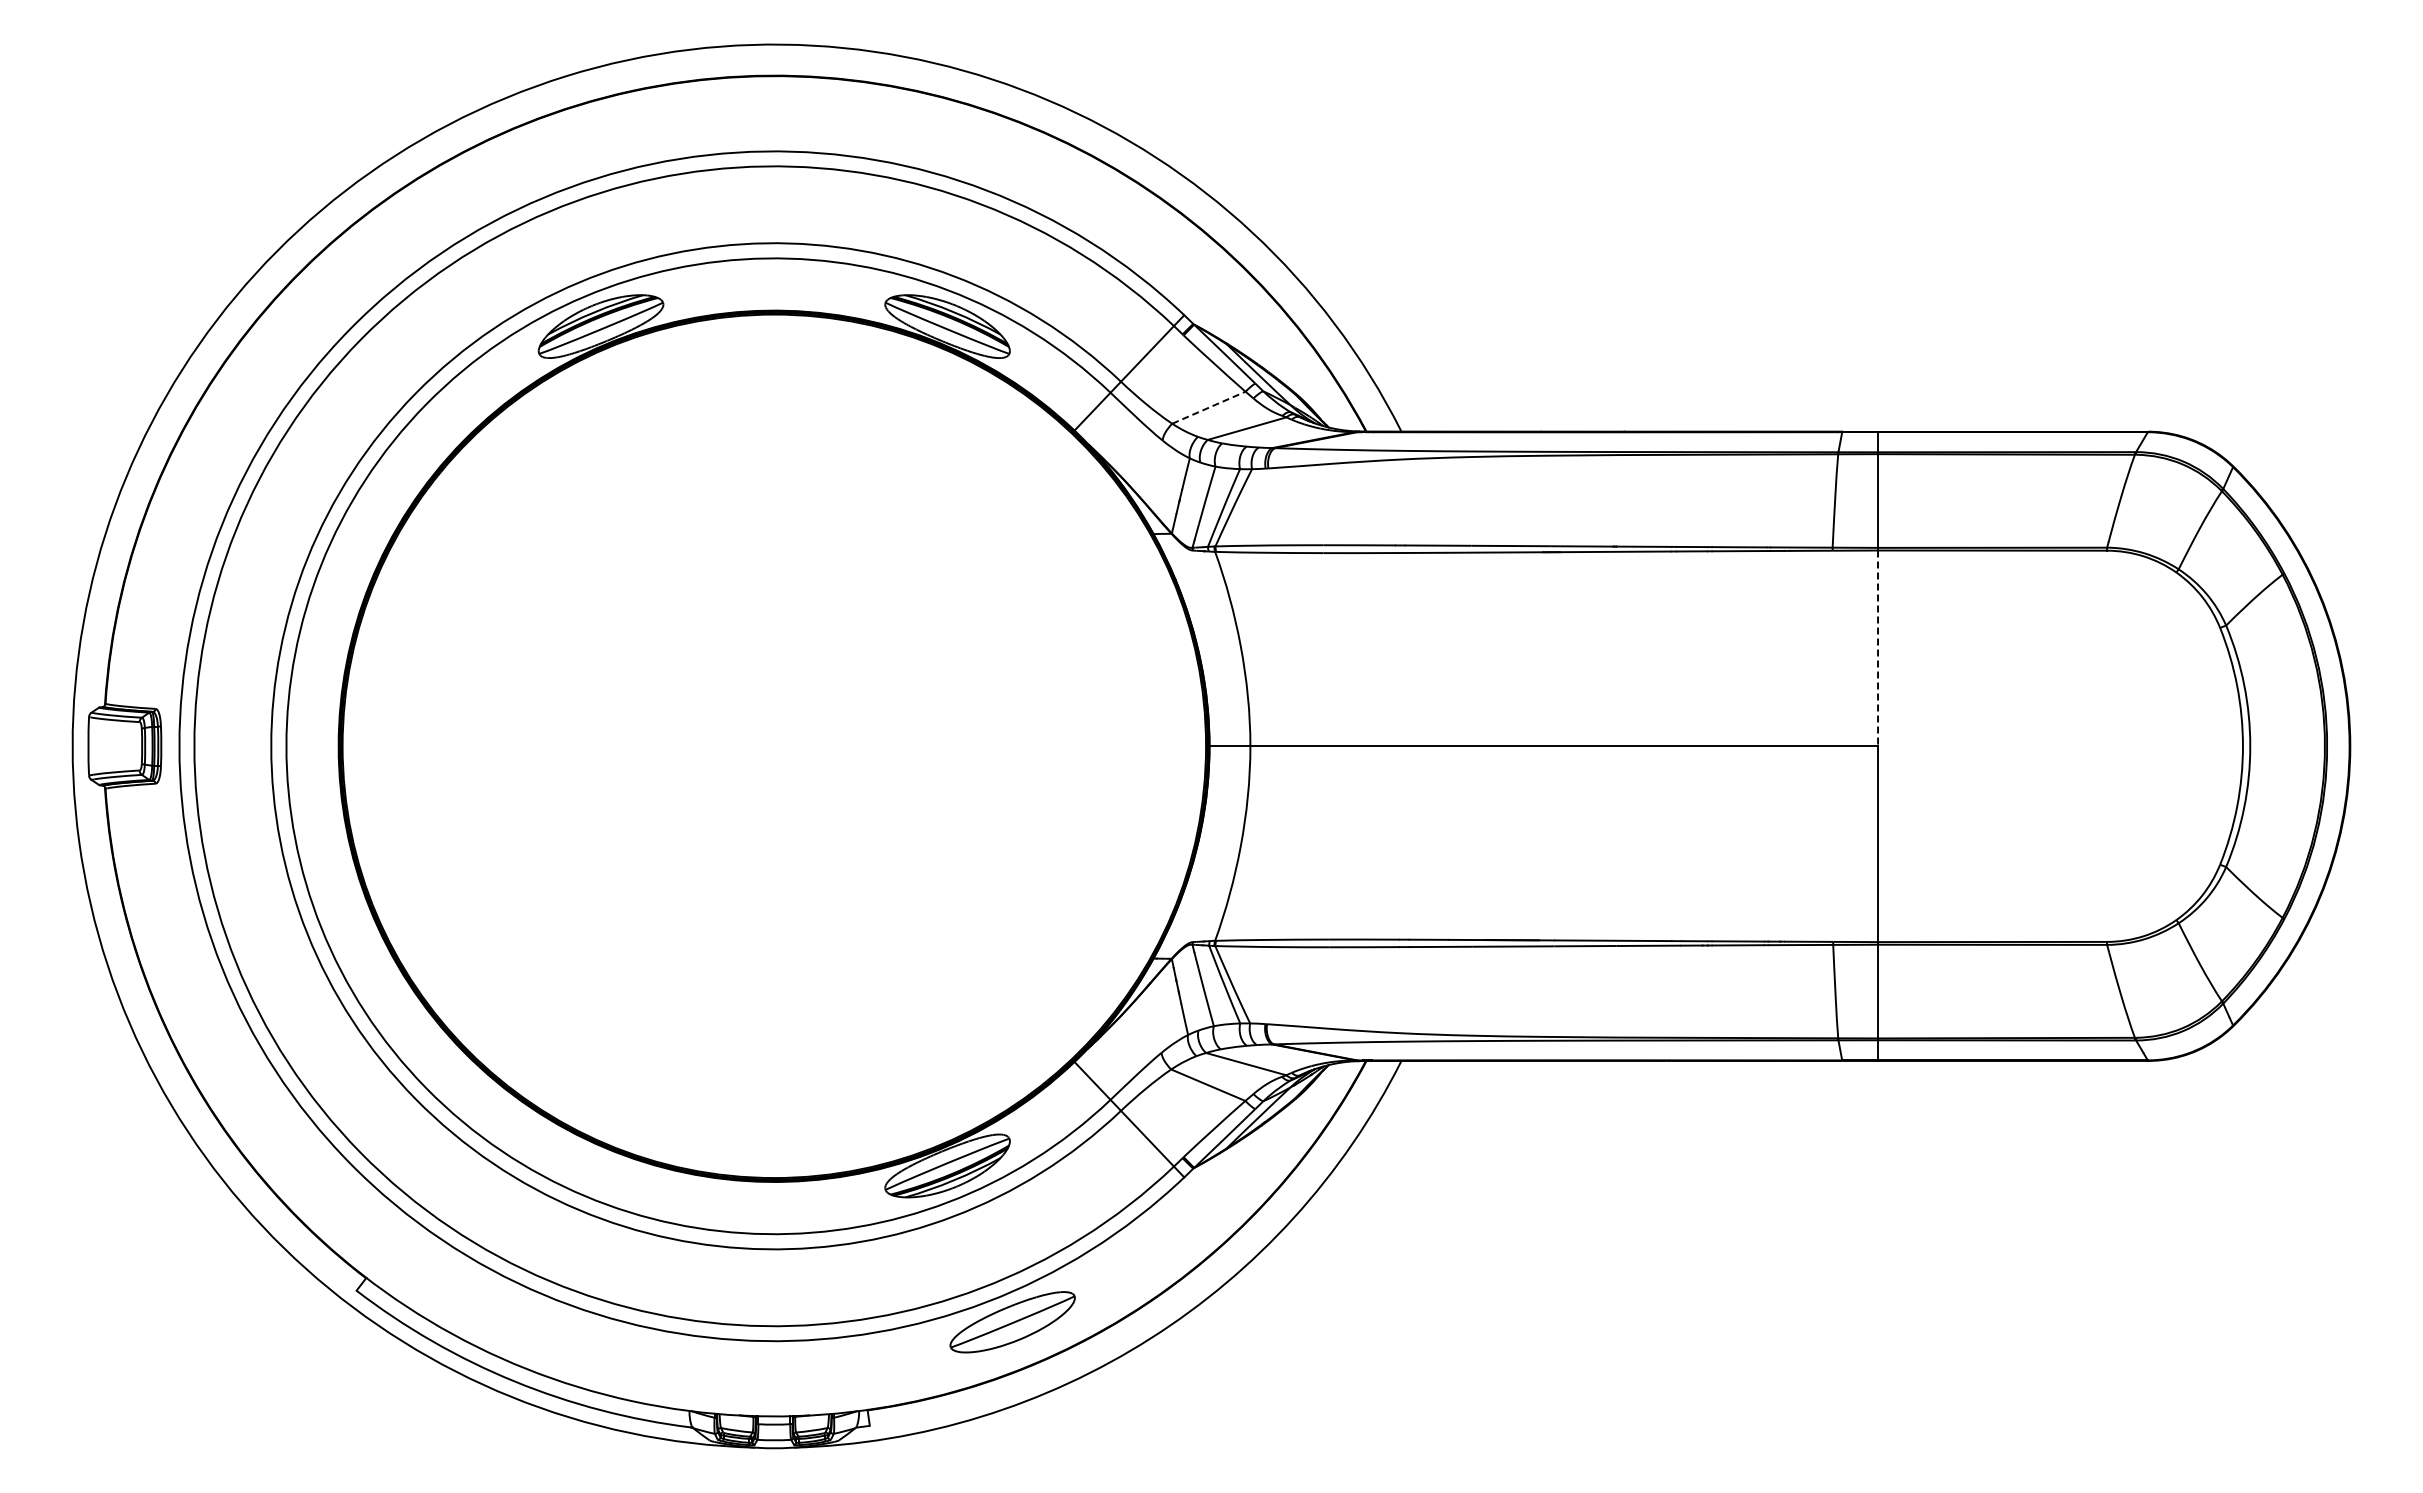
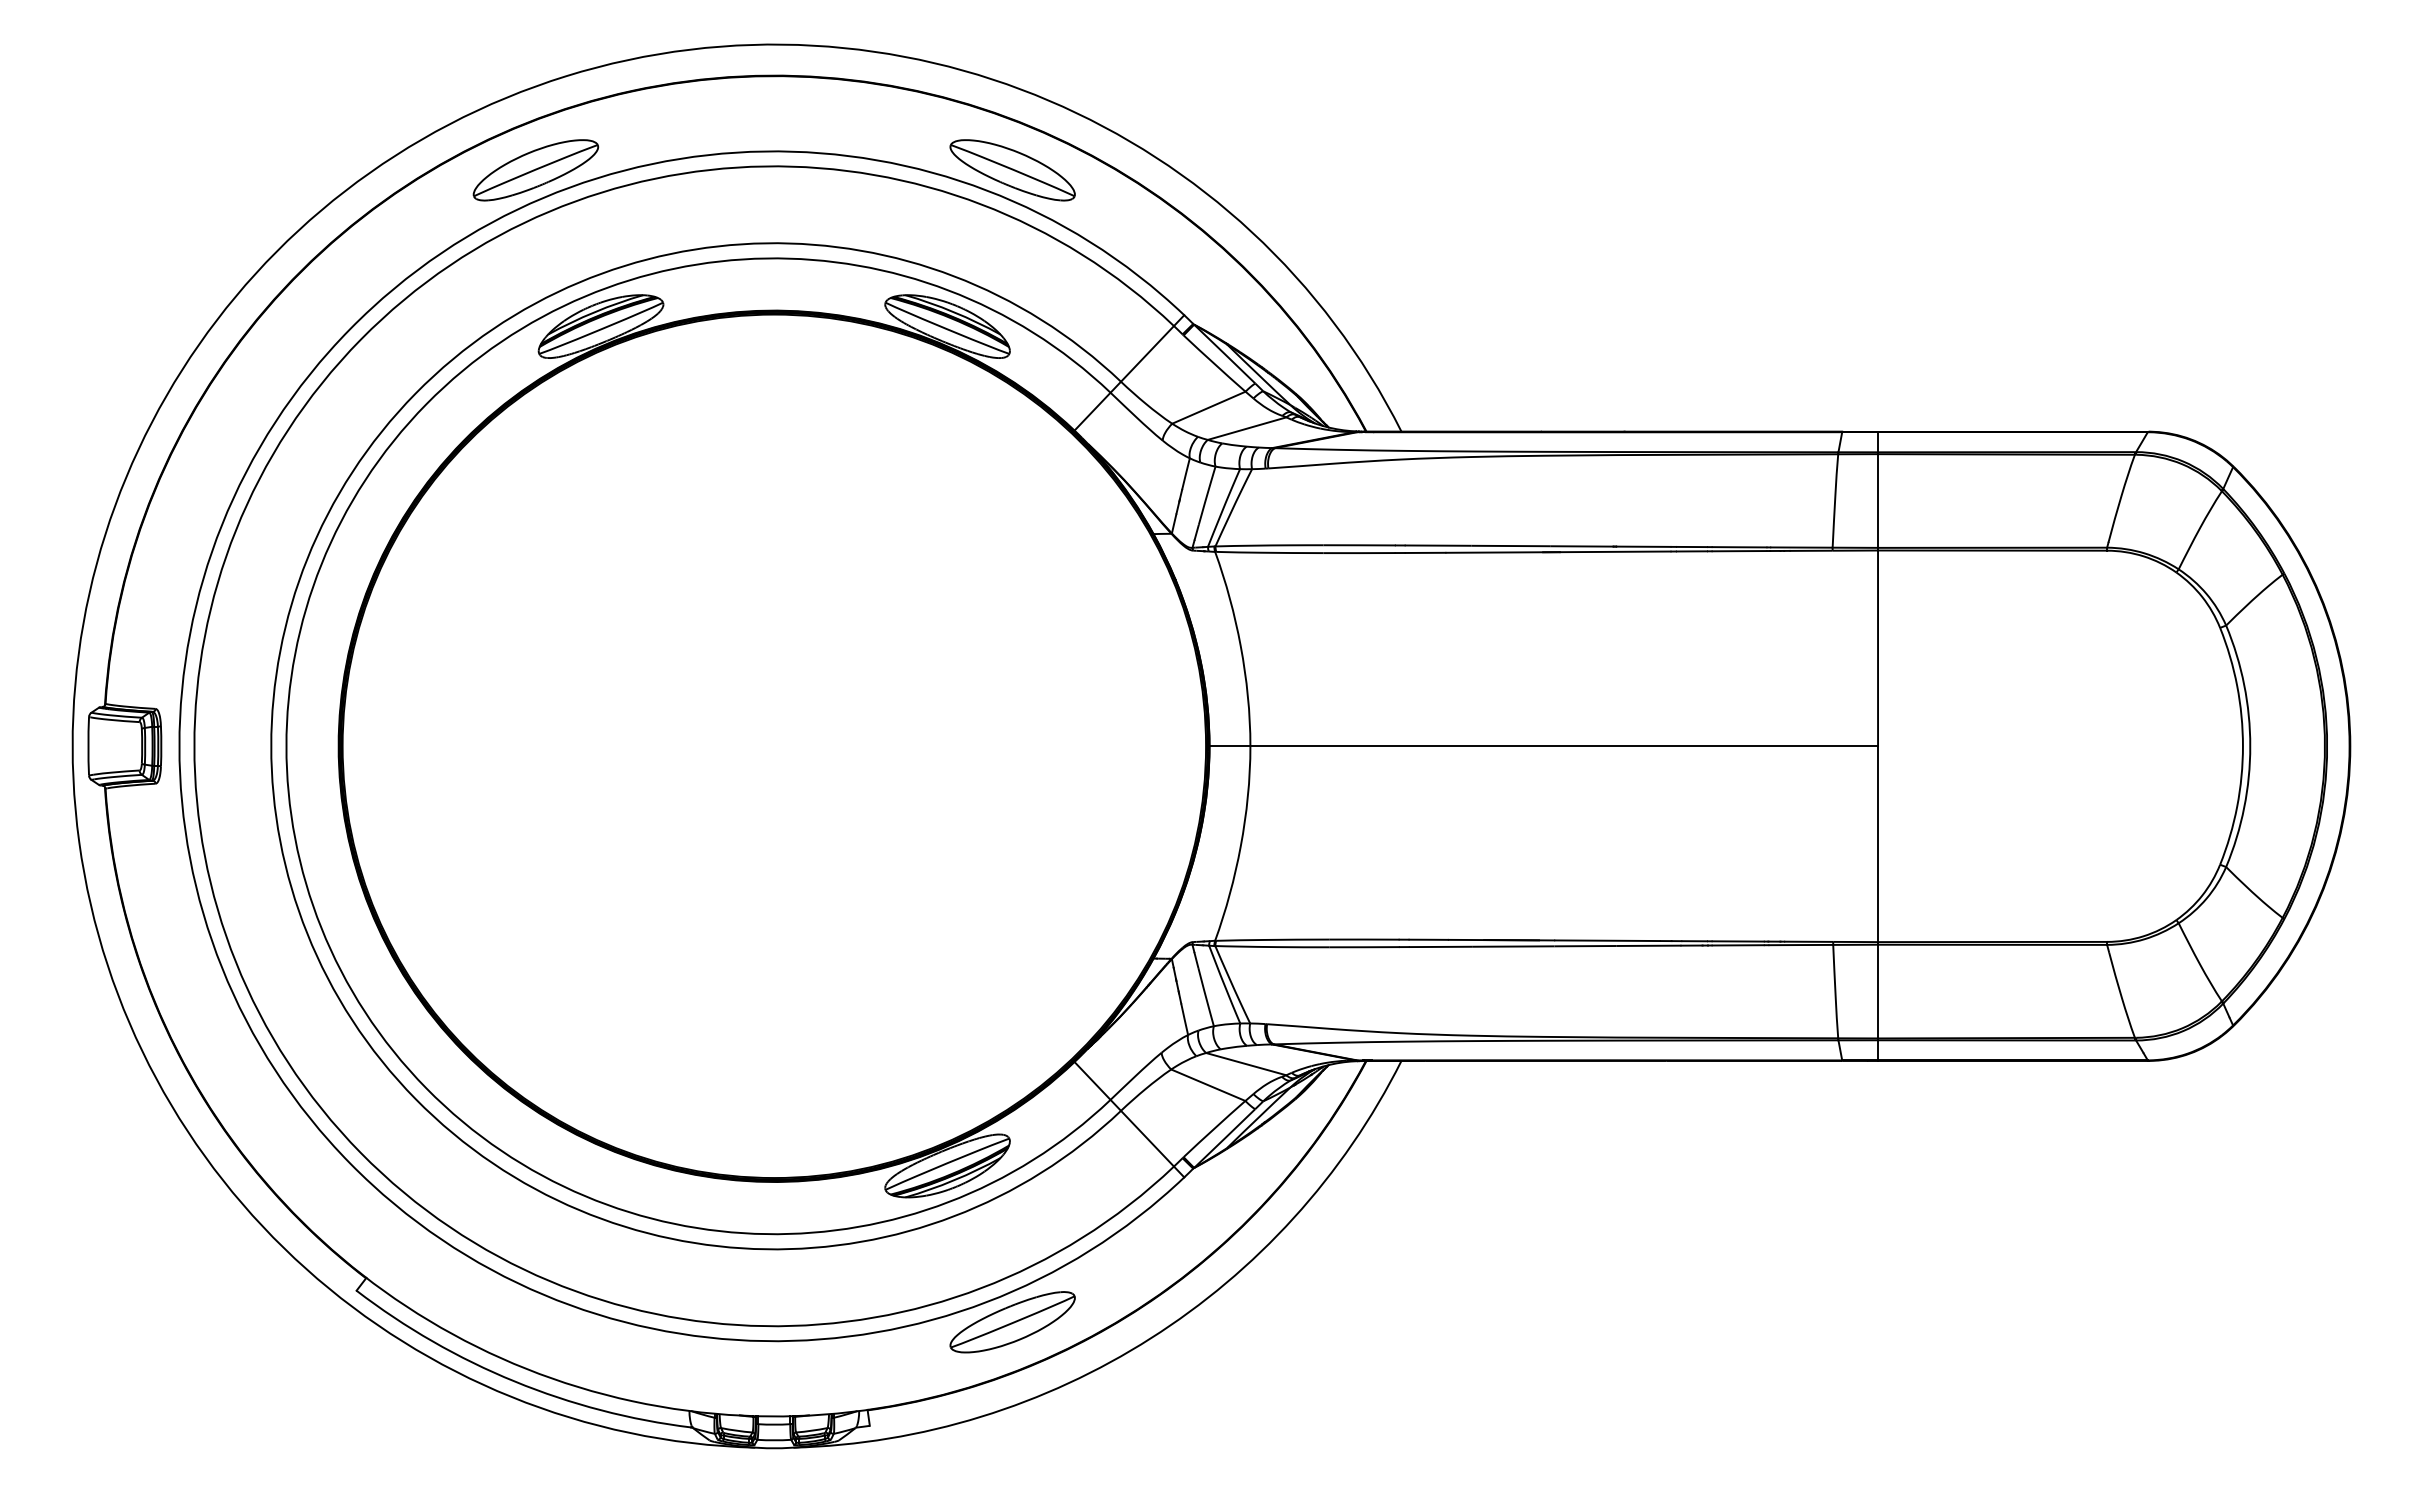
part at (535, 170): none -> present
part at (1012, 170): none -> present
line at (1208, 407): dashed -> solid
line at (1878, 648): dashed -> solid
